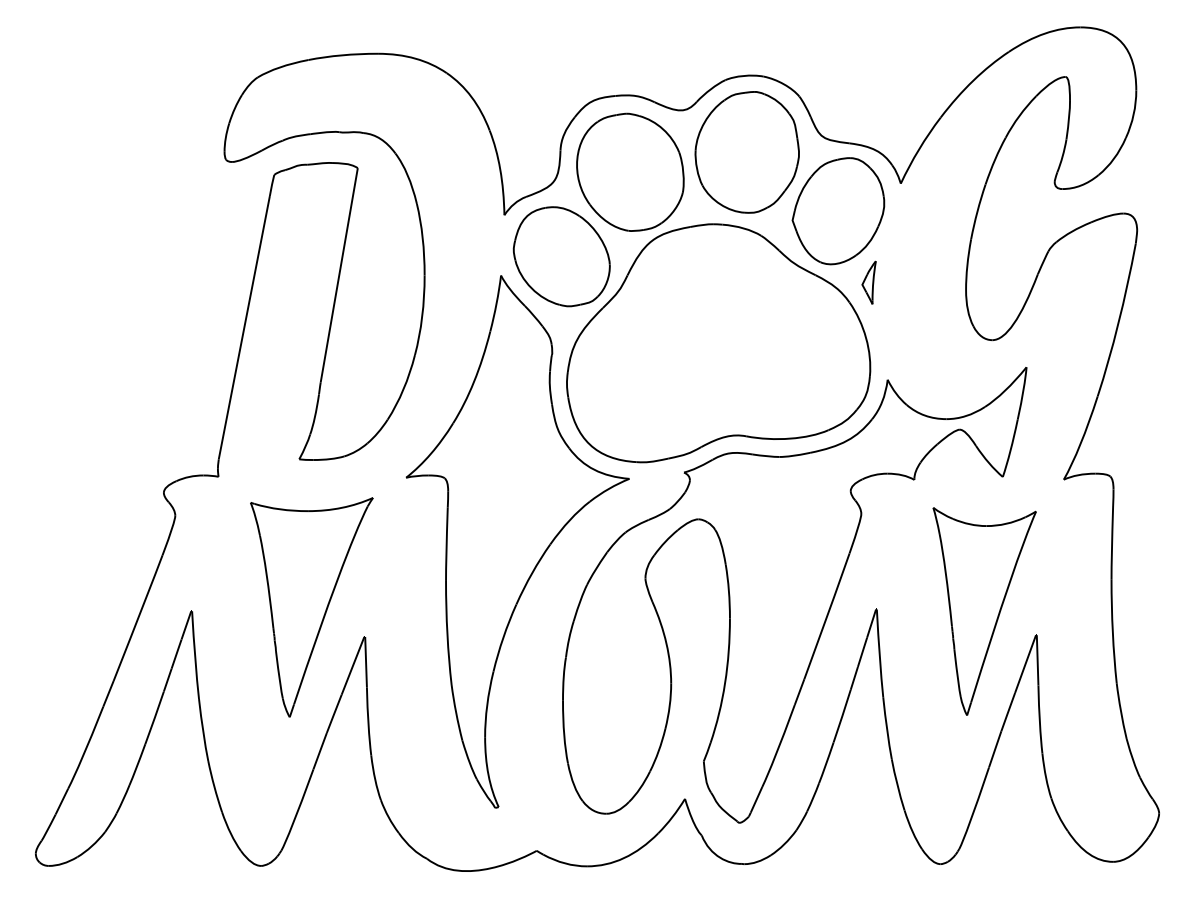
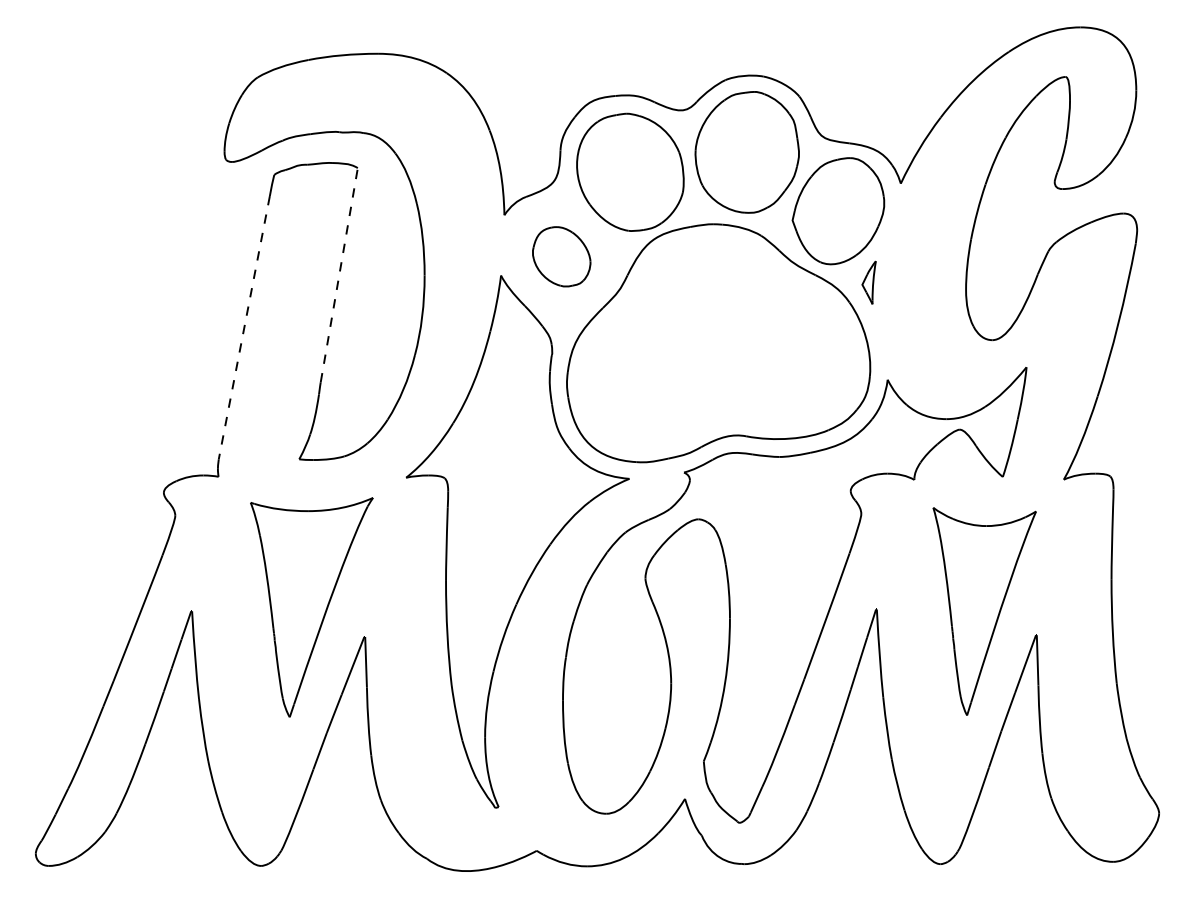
part at (561, 256) size: 99x102 px -> 60x62 px
line at (339, 275): solid -> dashed
line at (244, 328): solid -> dashed
